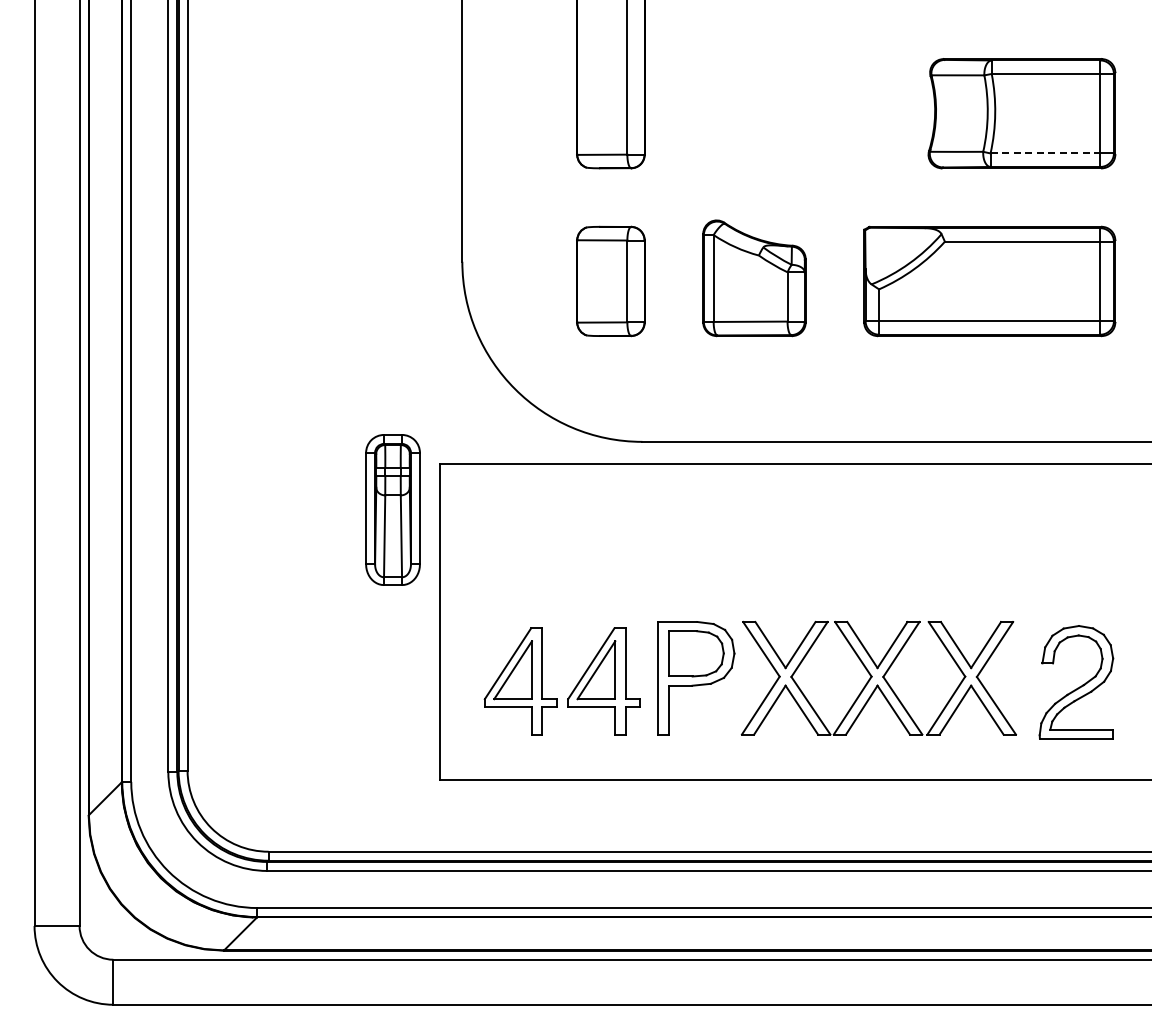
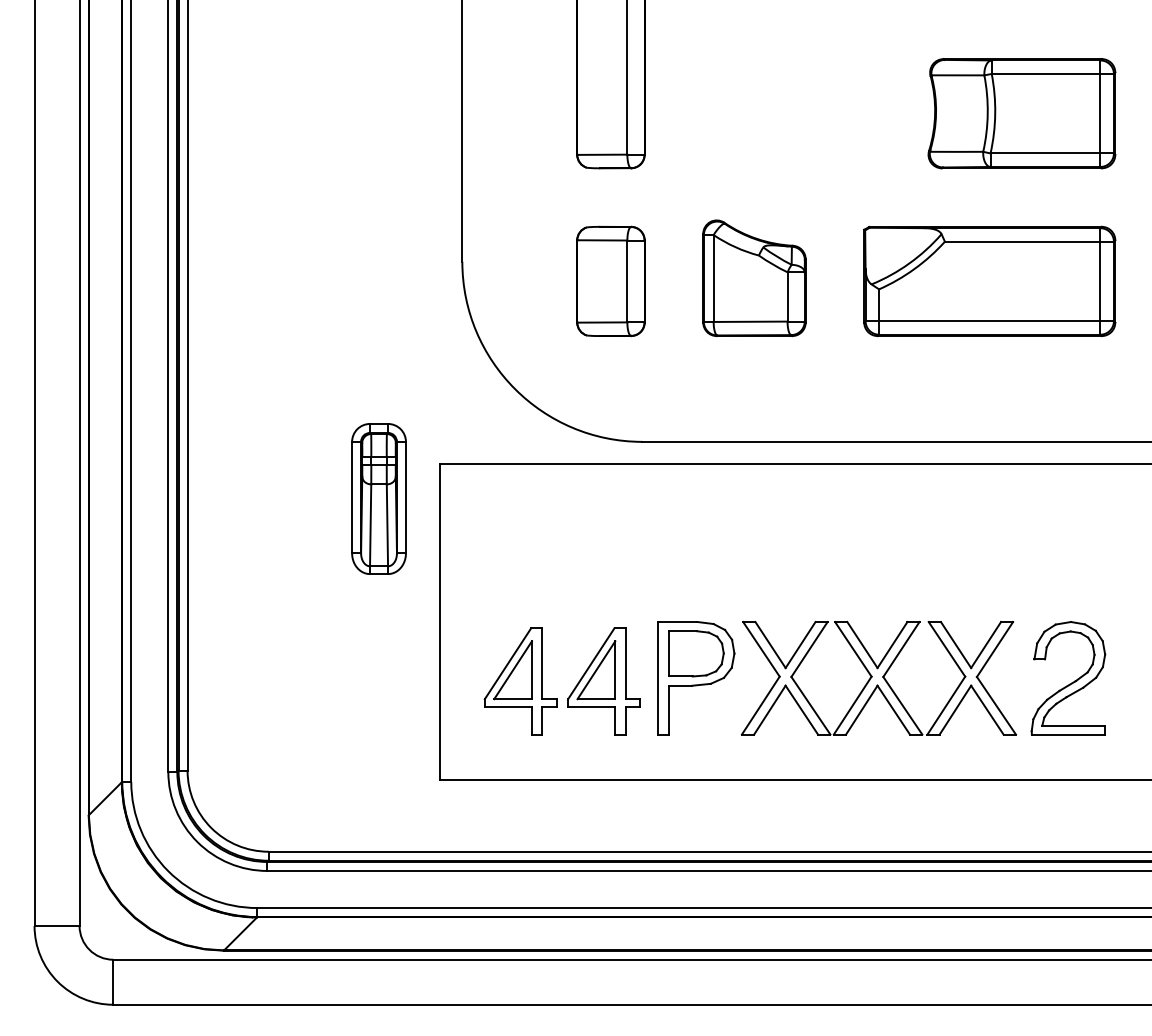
line at (1045, 153): dashed -> solid
part at (392, 509) position: (392, 509) -> (378, 498)
part at (1076, 682) position: (1076, 682) -> (1068, 678)
